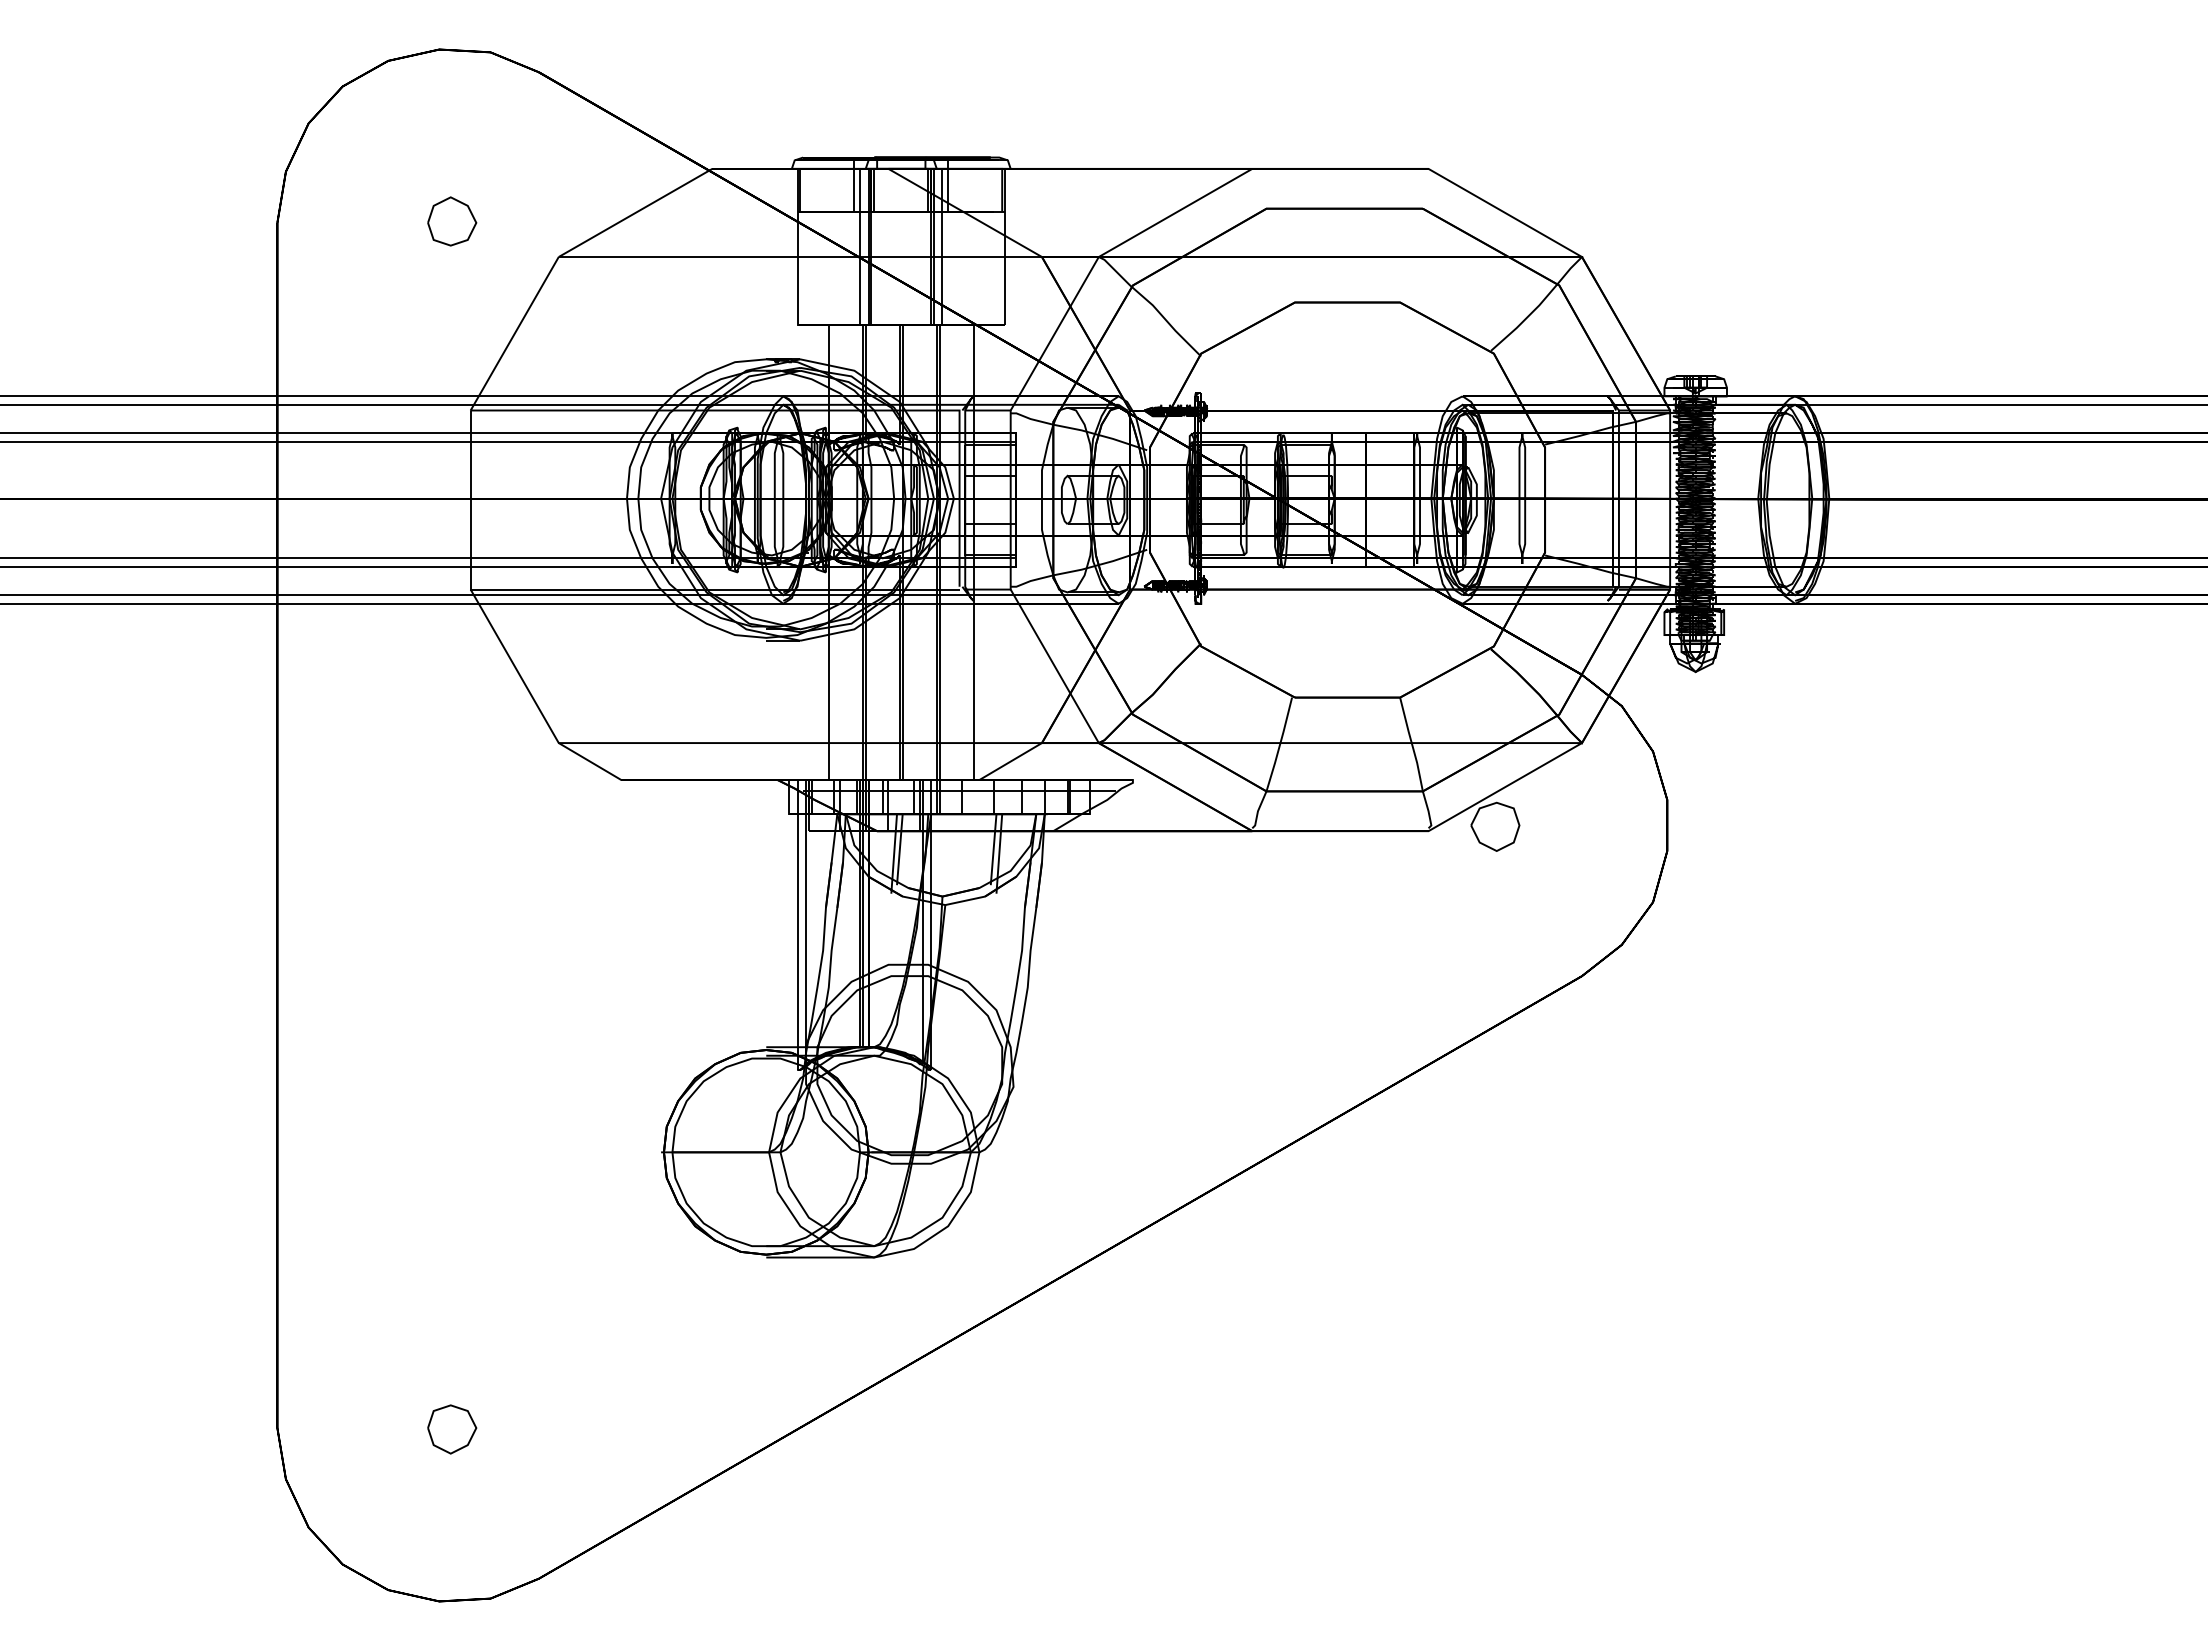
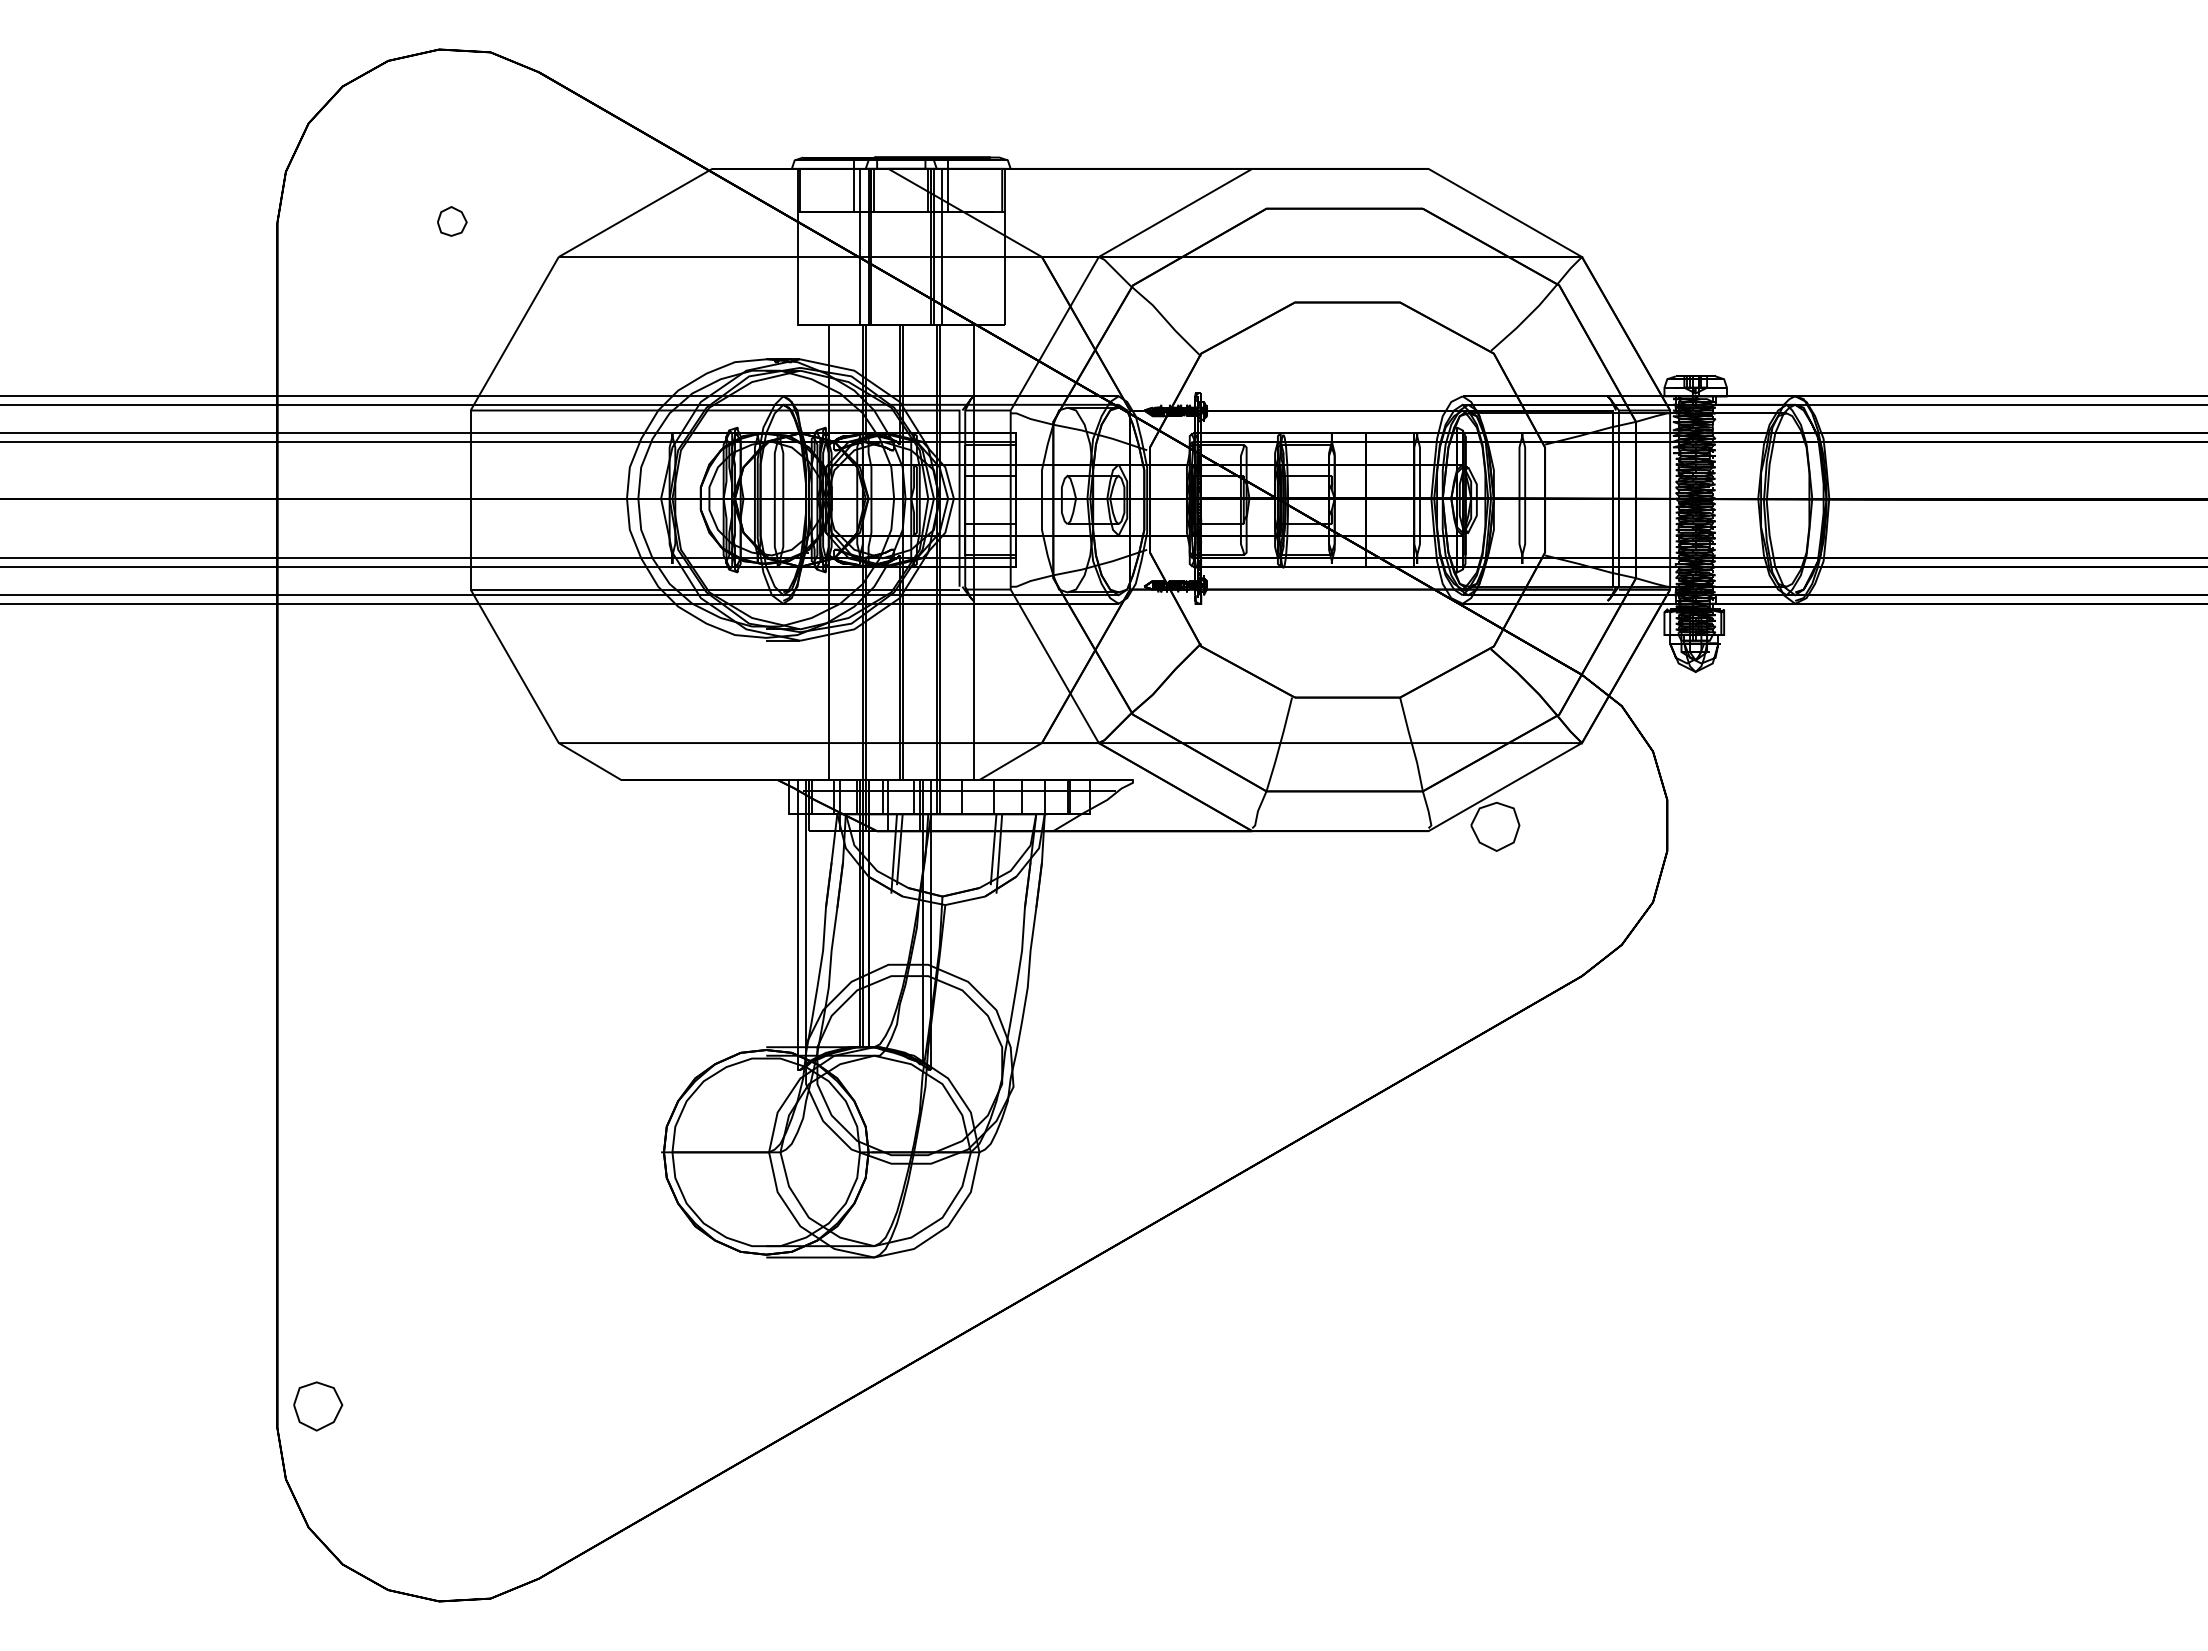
part at (452, 221) size: 51x51 px -> 31x31 px
part at (452, 1429) position: (452, 1429) -> (318, 1406)
